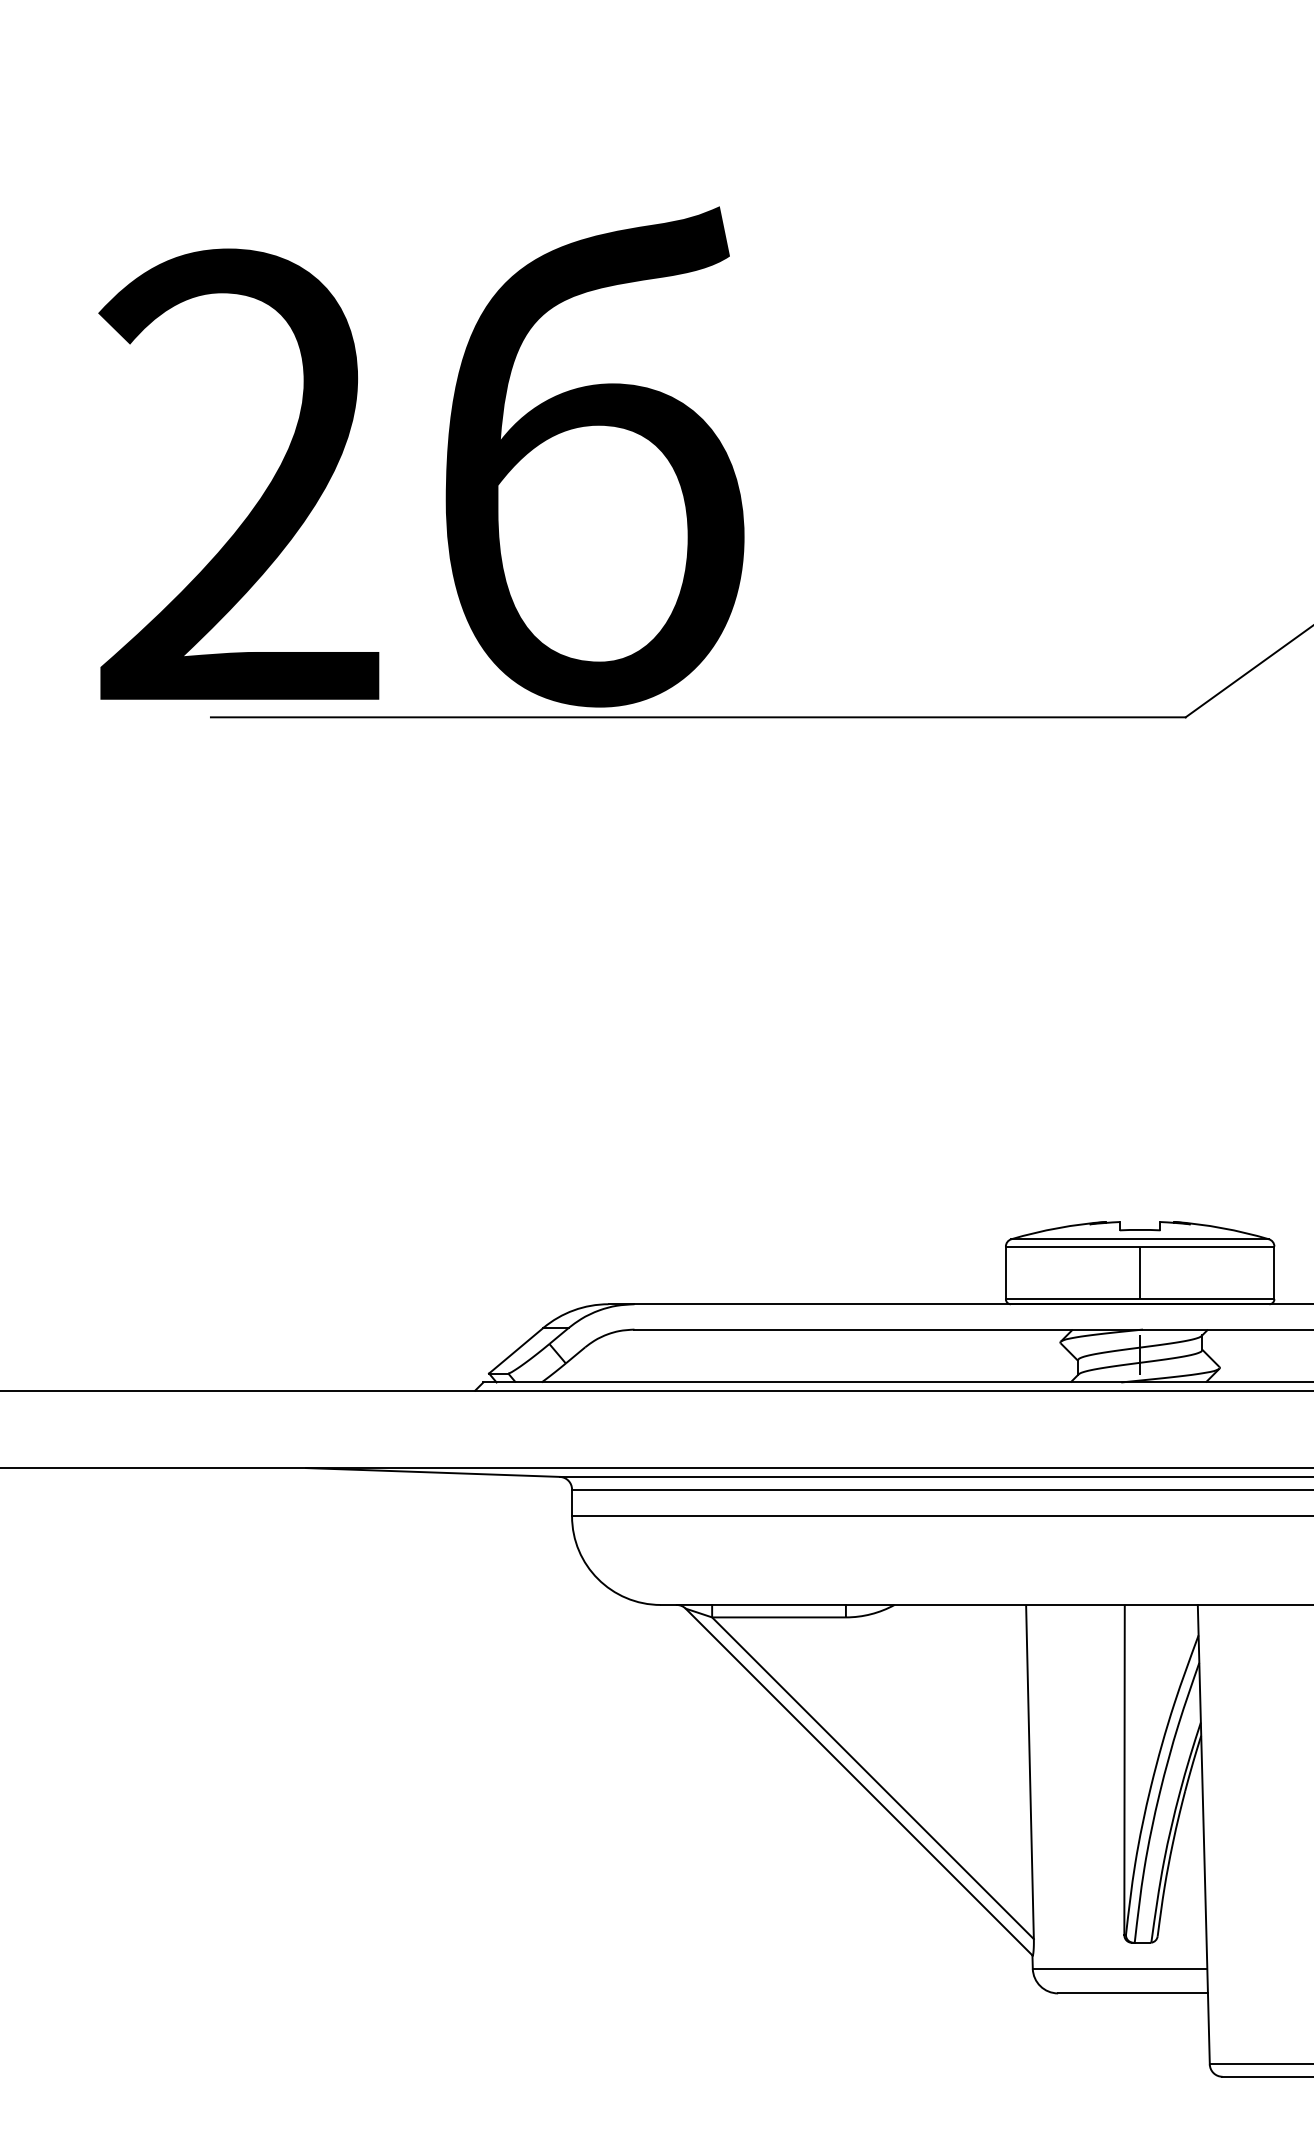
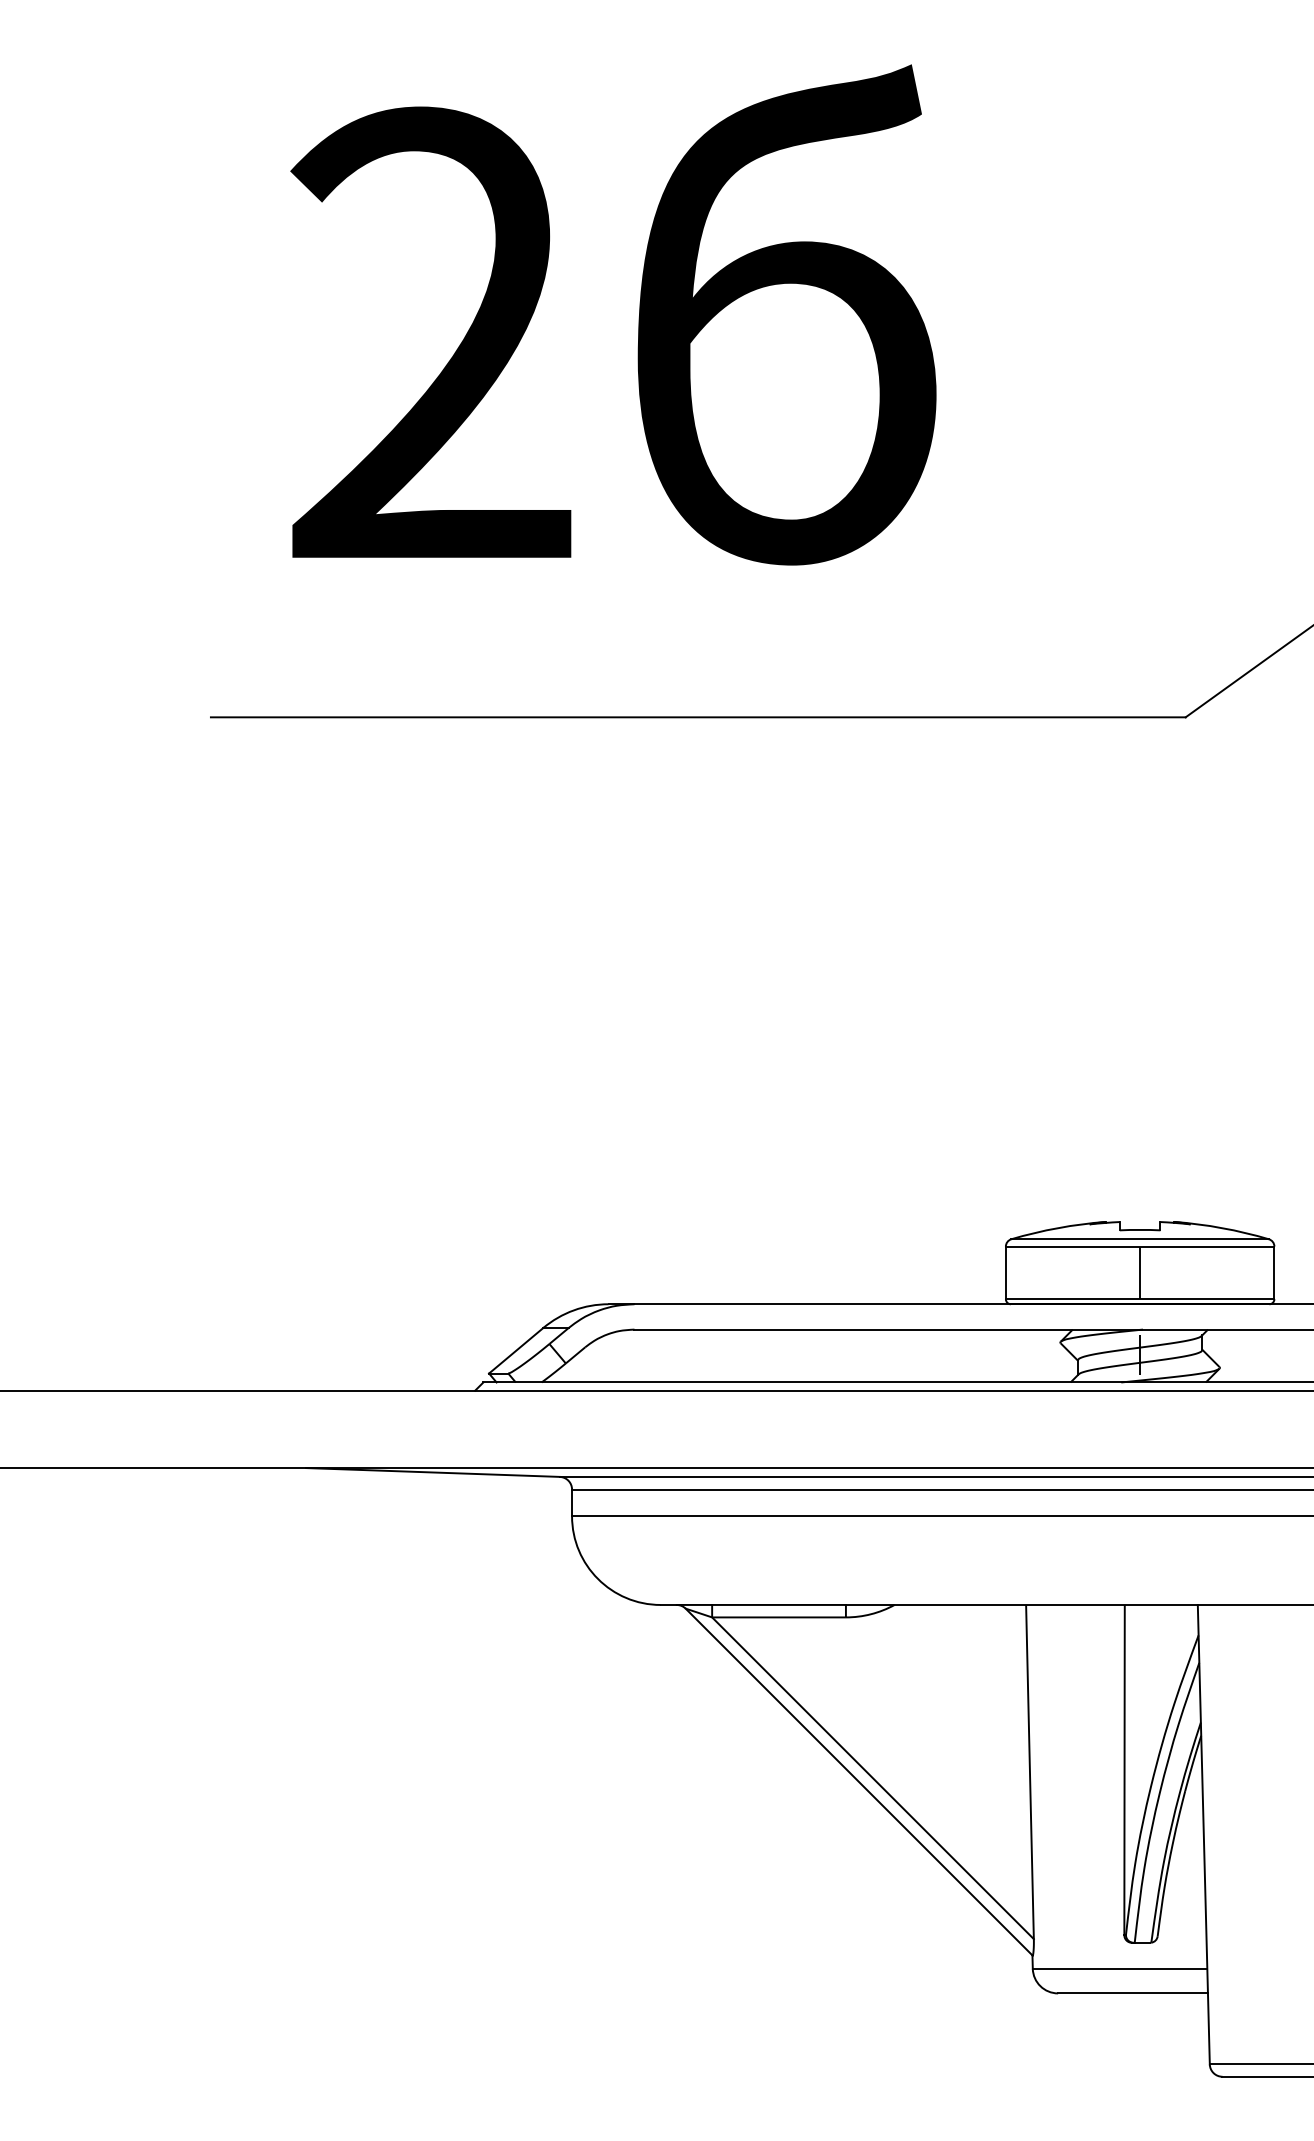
text at (421, 456) position: (421, 456) -> (613, 314)
